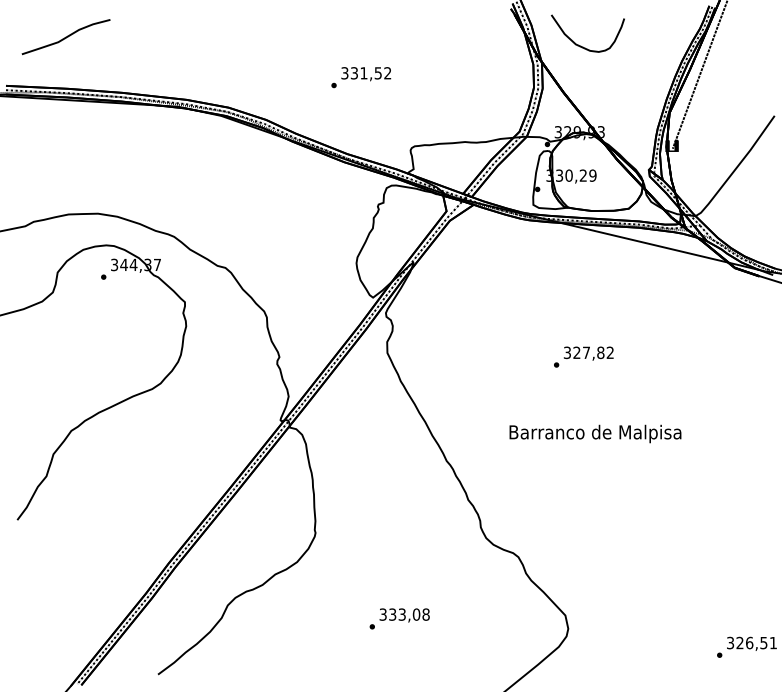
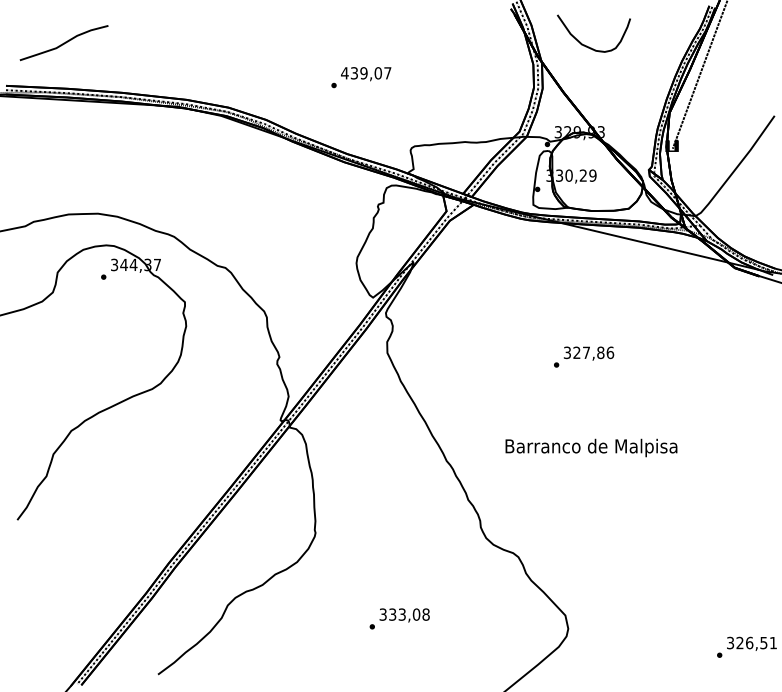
curve at (65, 37) position: (65, 37) -> (63, 43)
curve at (583, 46) position: (583, 46) -> (589, 46)
text at (366, 73): 331,52 -> 439,07
text at (610, 352): 327,82 -> 327,86
text at (595, 433) position: (595, 433) -> (591, 447)
